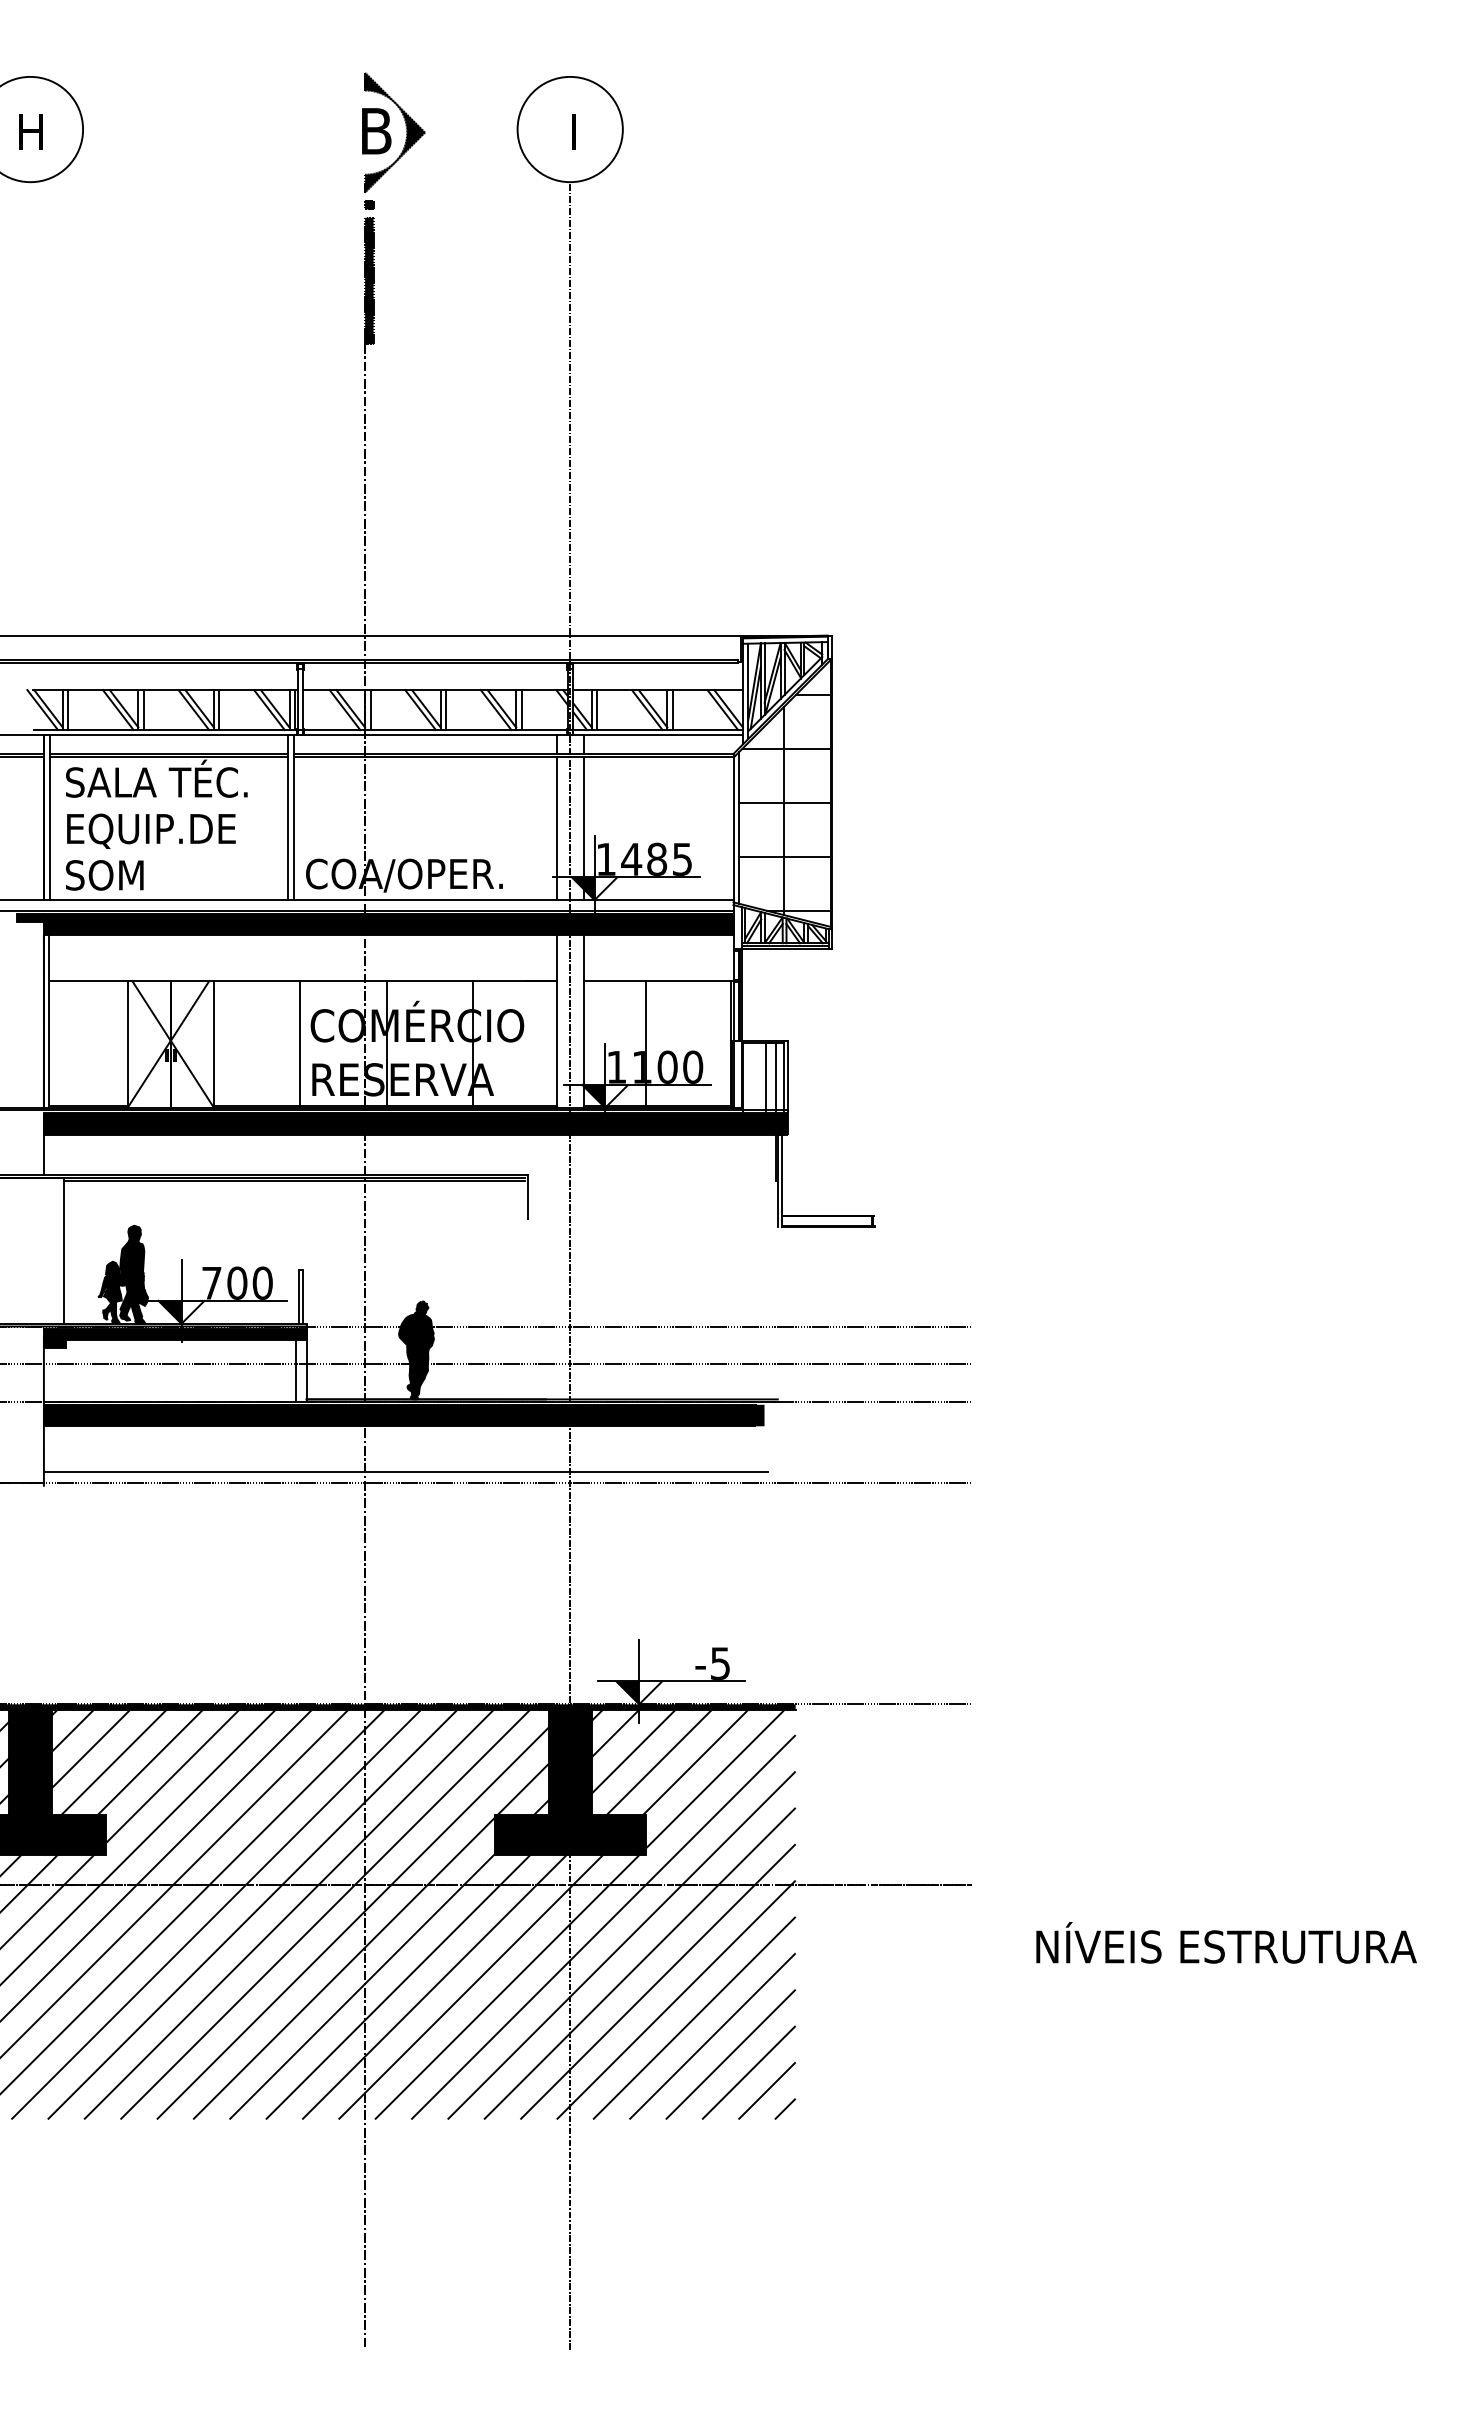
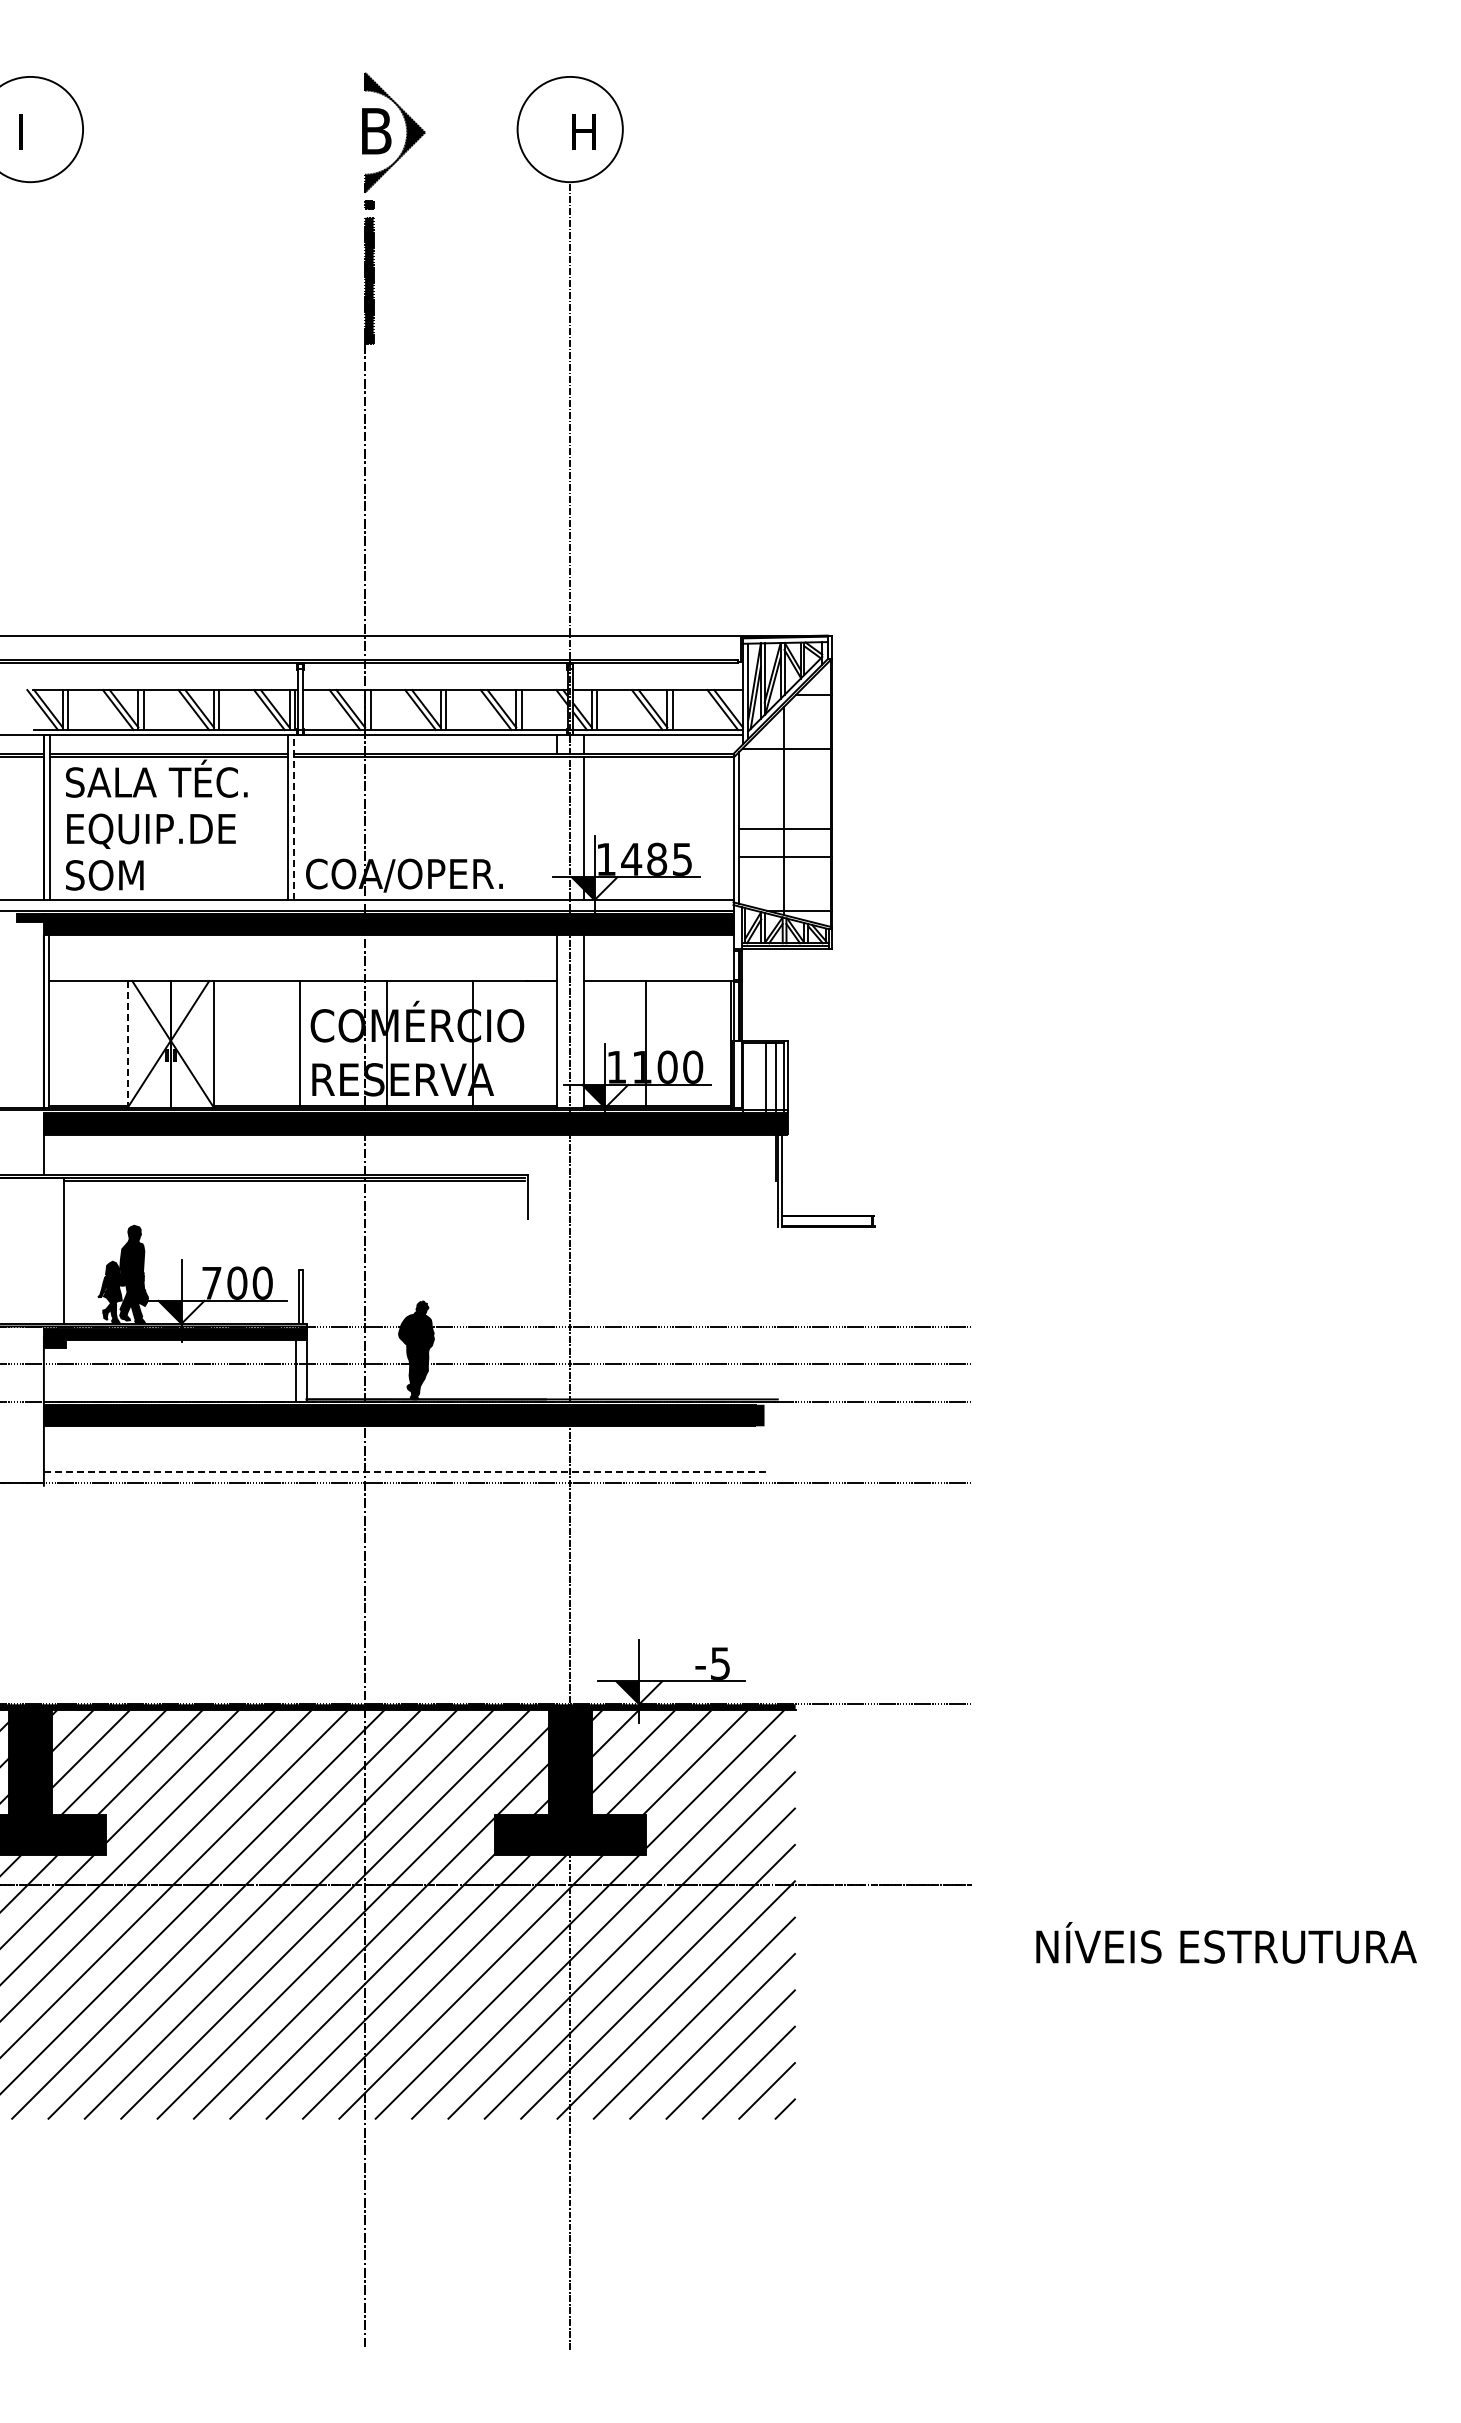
text at (32, 131): H -> I
text at (585, 131): I -> H
line at (784, 802) position: (784, 802) -> (784, 828)
line at (293, 817): solid -> dashed
line at (556, 828): present -> none
line at (127, 1044): solid -> dashed
line at (405, 1472): solid -> dashed
